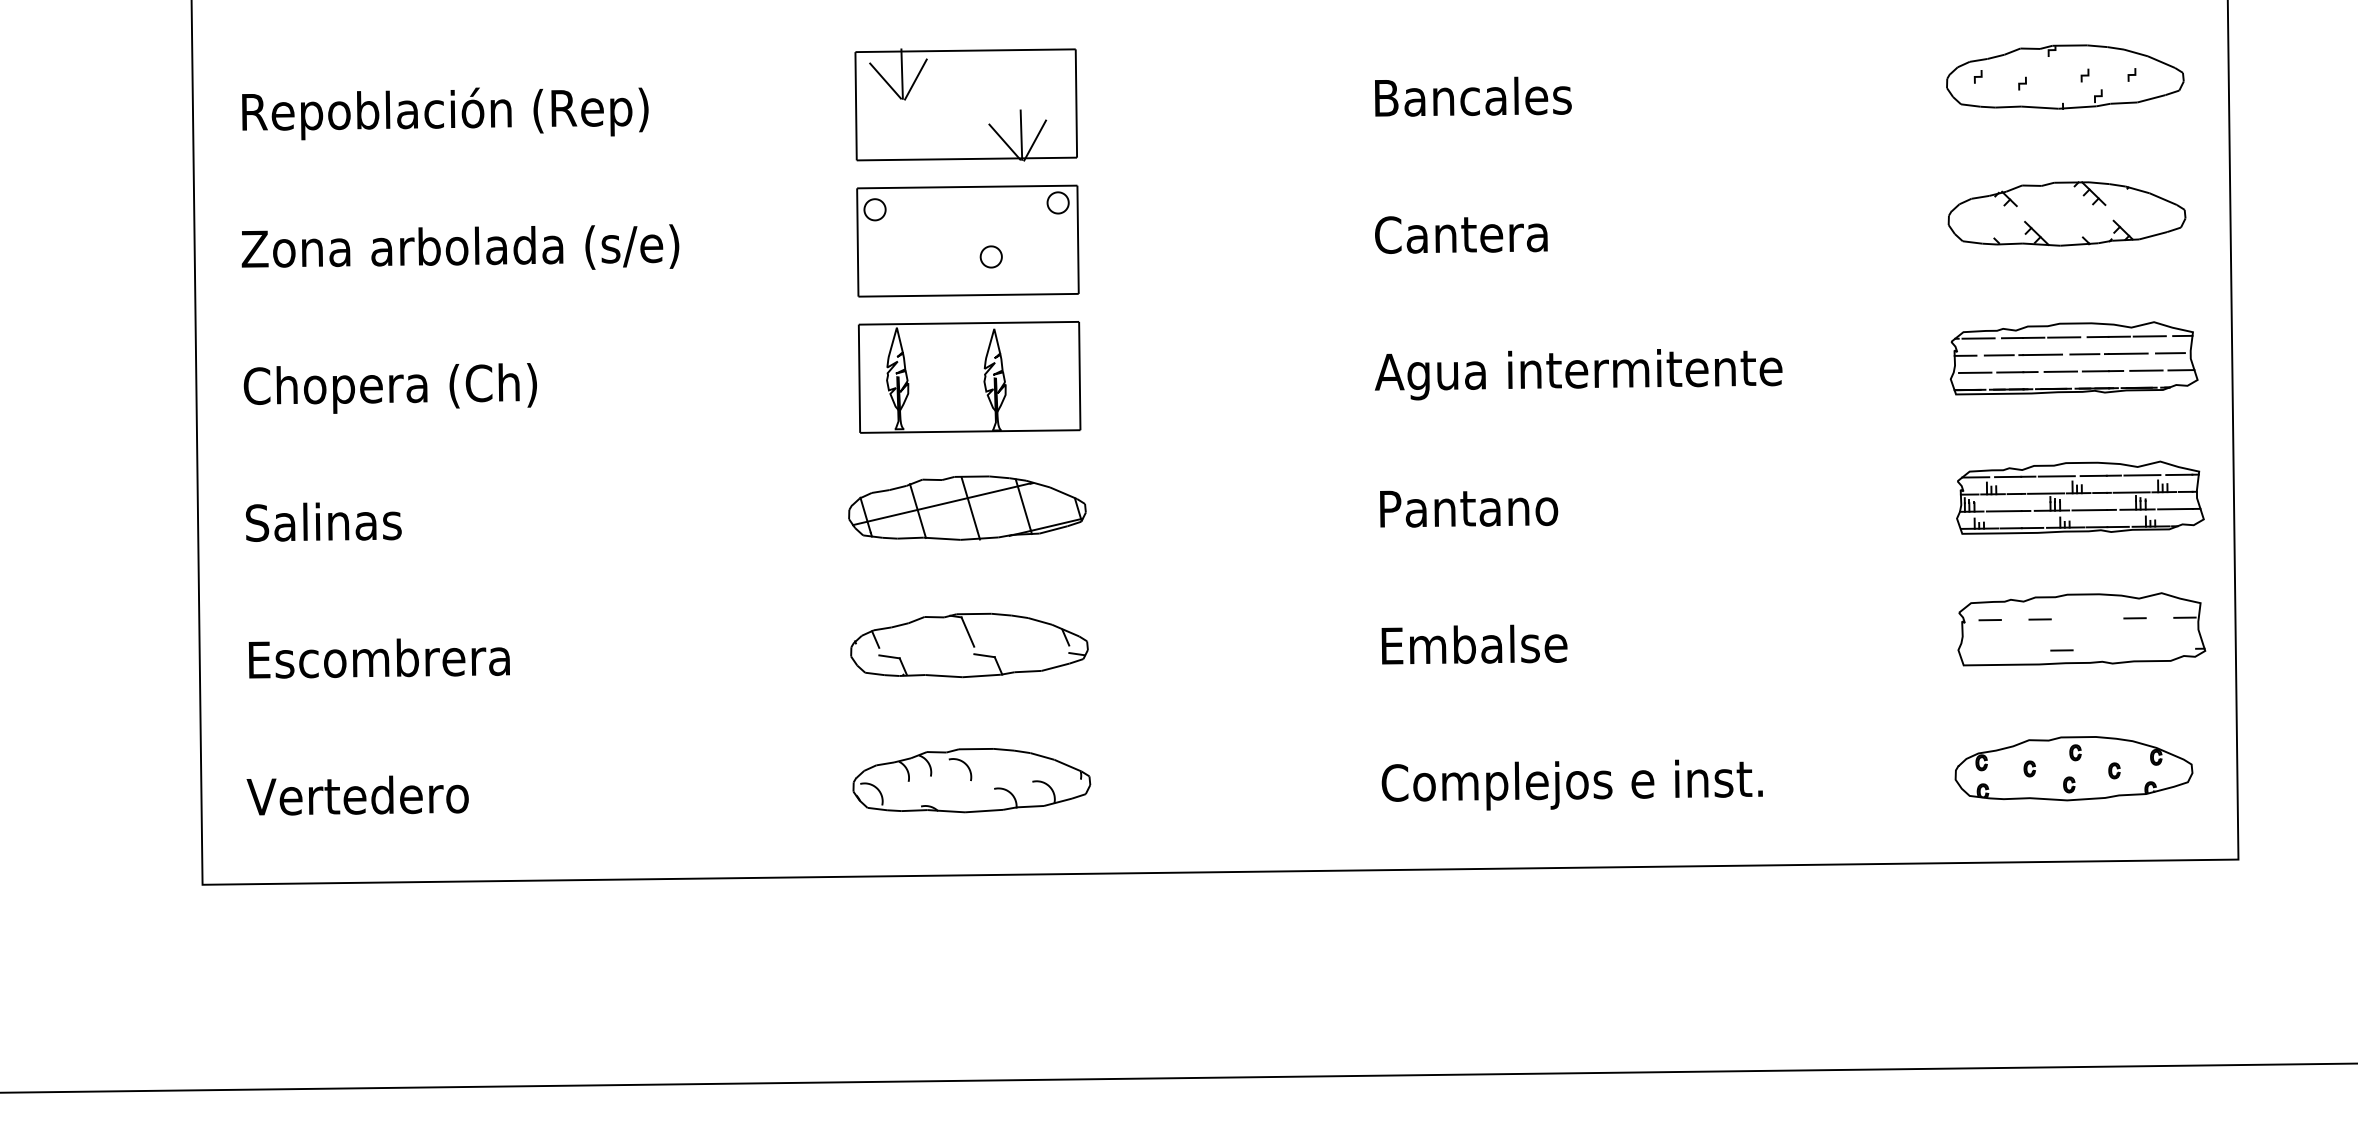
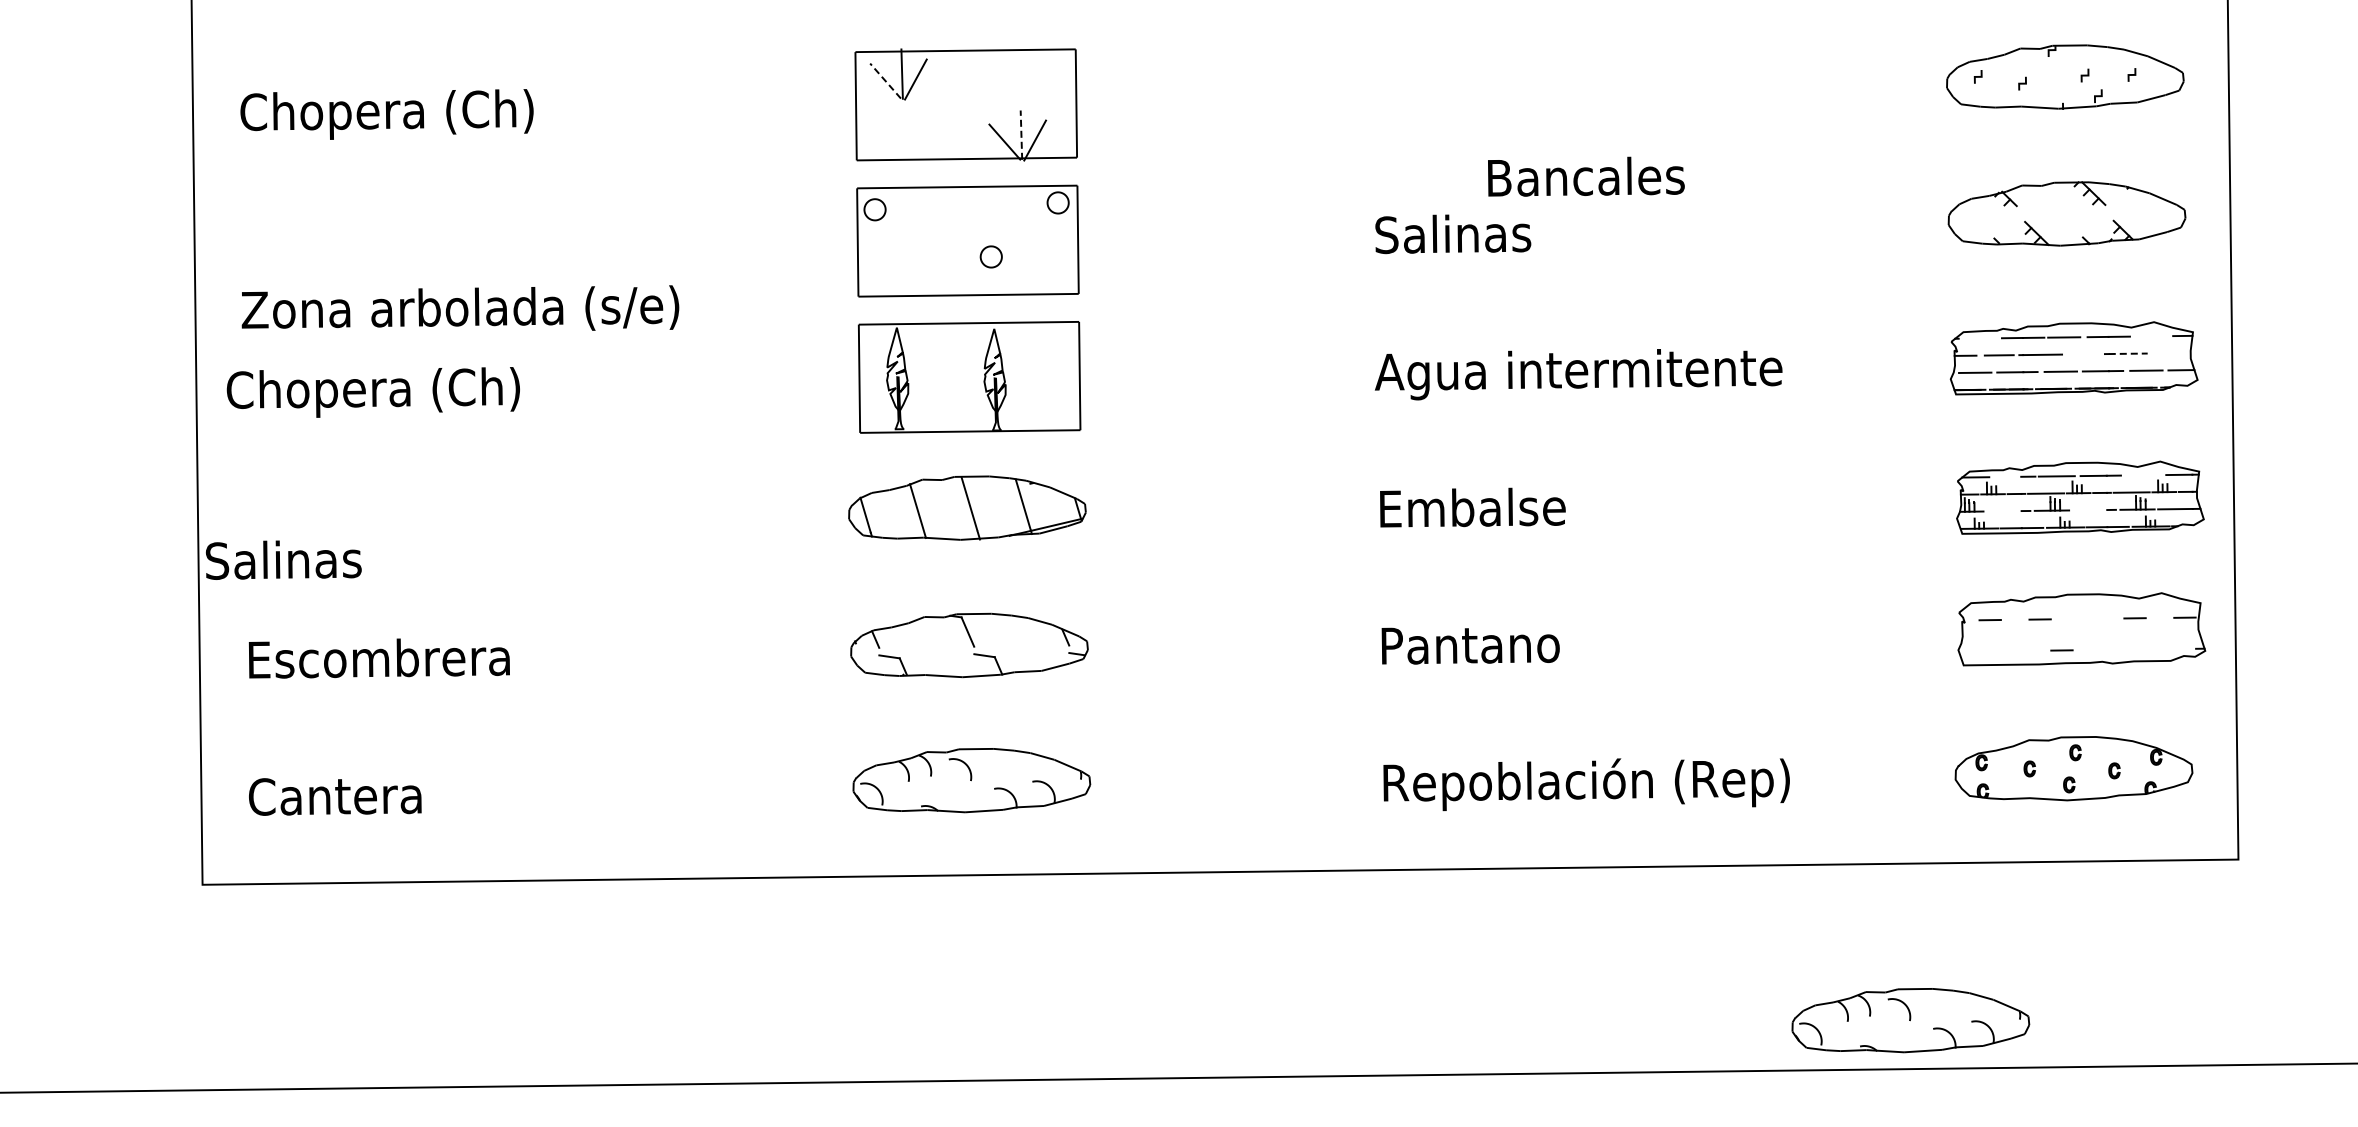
line at (885, 80): solid -> dashed
text at (1473, 96) position: (1473, 96) -> (1586, 176)
text at (444, 113): Repoblación (Rep) -> Chopera (Ch)
line at (1021, 135): solid -> dashed
text at (1461, 234): Cantera -> Salinas
text at (460, 246) position: (460, 246) -> (460, 307)
line at (2149, 336): present -> none
line at (1978, 338): present -> none
line at (2128, 353): solid -> dashed
line at (2169, 353): present -> none
line at (2084, 354): present -> none
text at (389, 388) position: (389, 388) -> (372, 392)
line at (2142, 475): present -> none
line at (2008, 476): present -> none
line at (941, 504): present -> none
text at (1474, 507): Pantano -> Embalse
line at (2089, 510): present -> none
line at (2003, 511): present -> none
text at (323, 521) position: (323, 521) -> (283, 559)
text at (1476, 644): Embalse -> Pantano
text at (1585, 784): Complejos e inst. -> Repoblación (Rep)
text at (357, 795): Vertedero -> Cantera
part at (1910, 1020): none -> present
